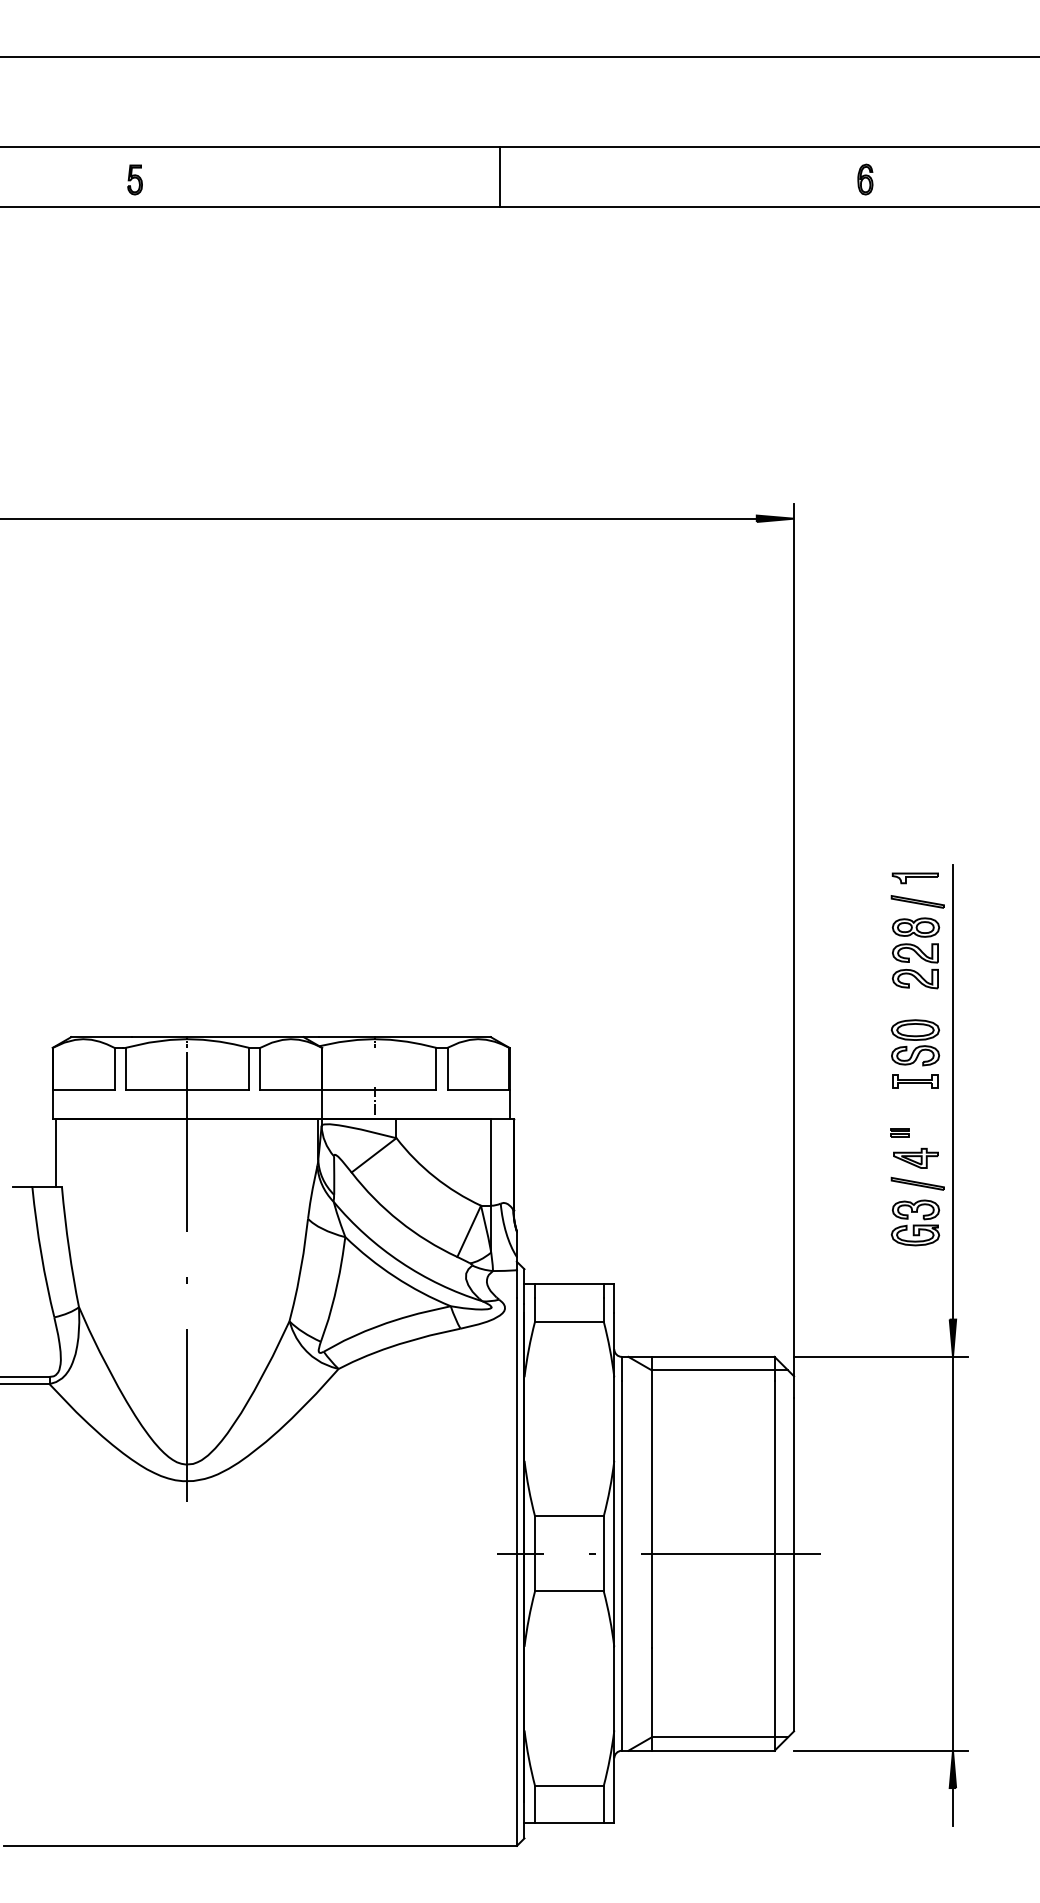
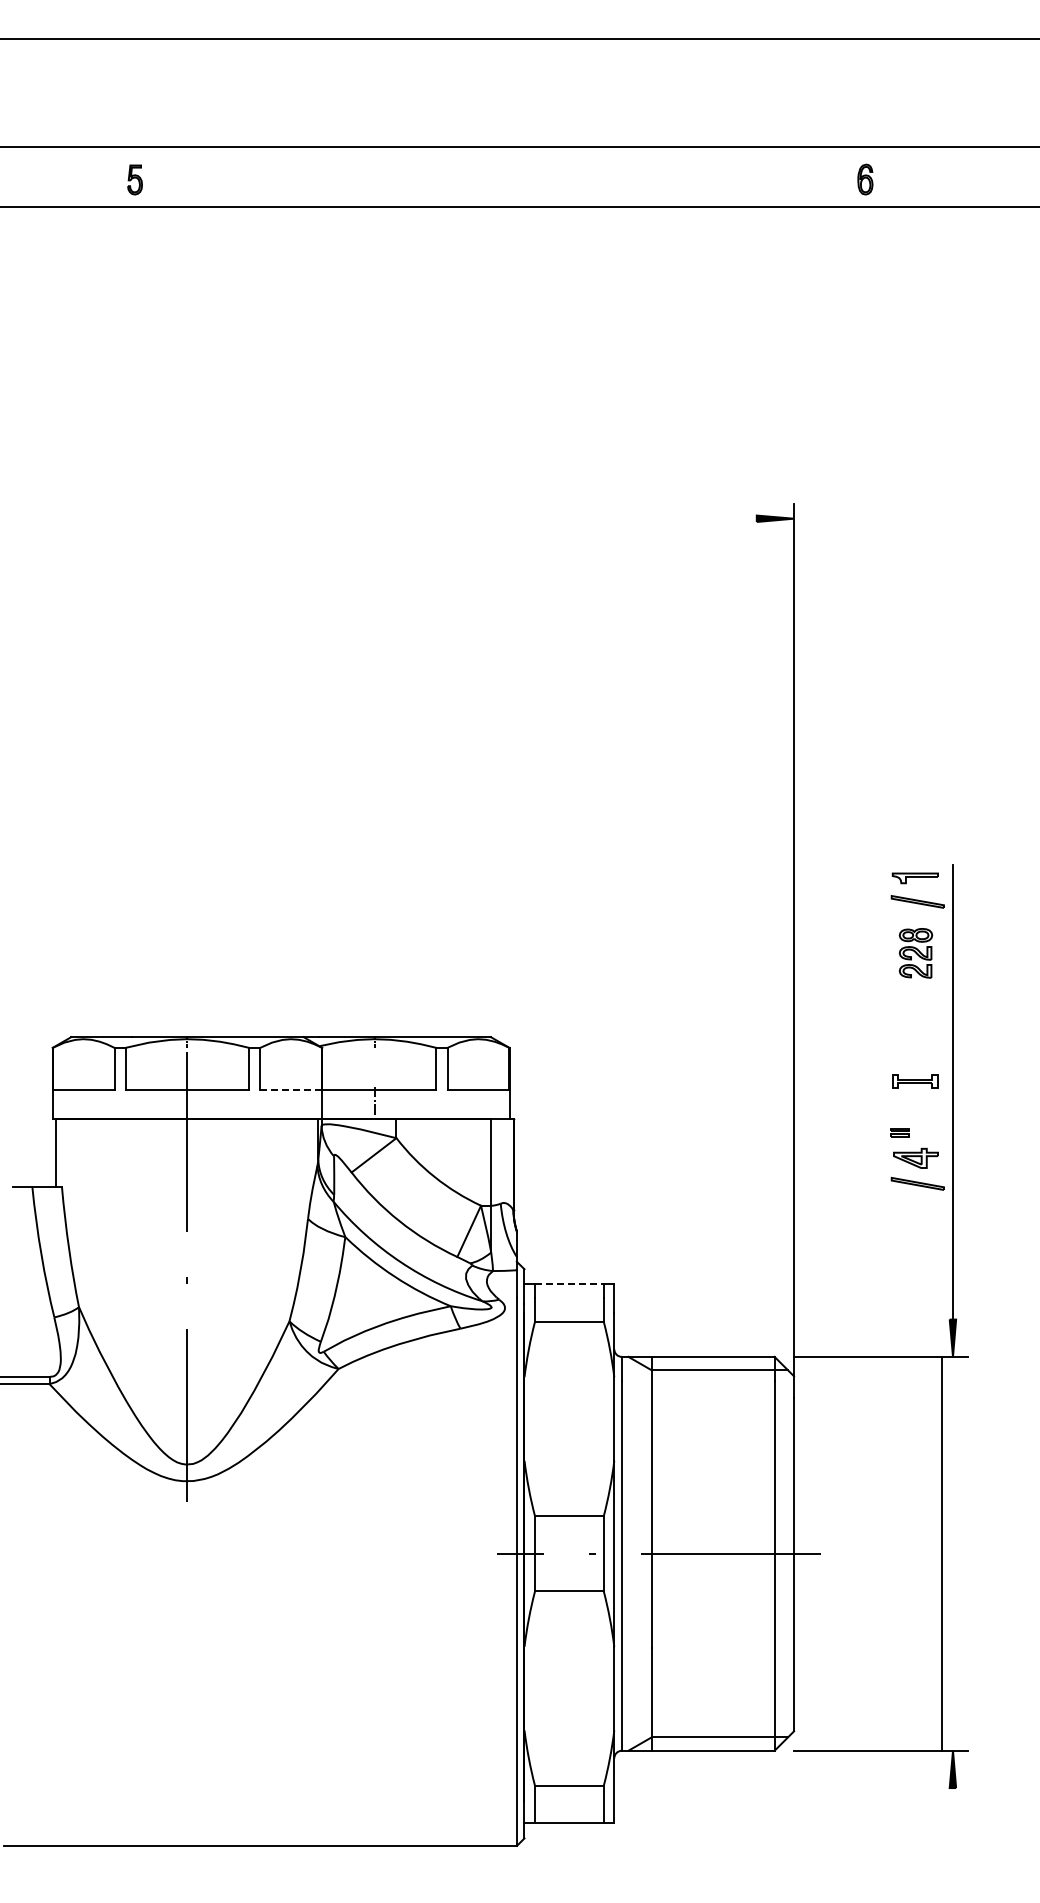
line at (519, 57) position: (519, 57) -> (519, 39)
line at (499, 176): present -> none
line at (379, 518): present -> none
part at (915, 953) size: 50x73 px -> 36x51 px
part at (915, 1042): present -> none
line at (291, 1089): solid -> dashed
part at (915, 1222): present -> none
line at (569, 1284): solid -> dashed
line at (953, 1553) position: (953, 1553) -> (942, 1553)
line at (953, 1806): present -> none
